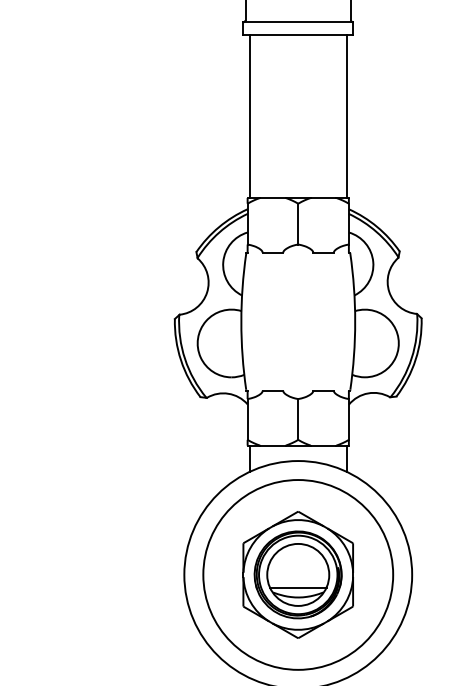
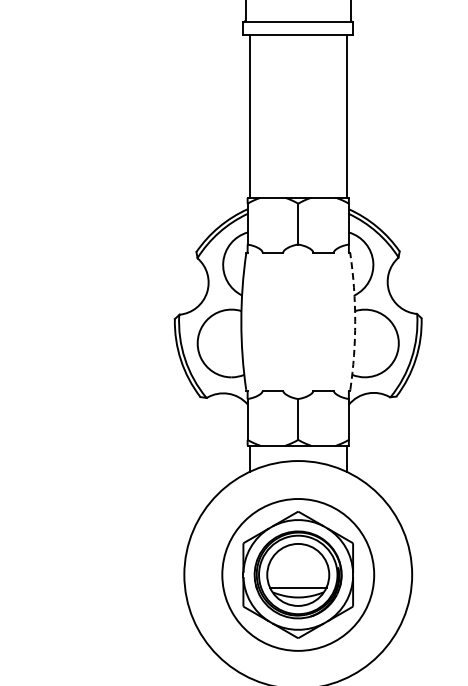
arc at (355, 321): solid -> dashed
circle at (298, 574) diameter: 190 px -> 152 px
